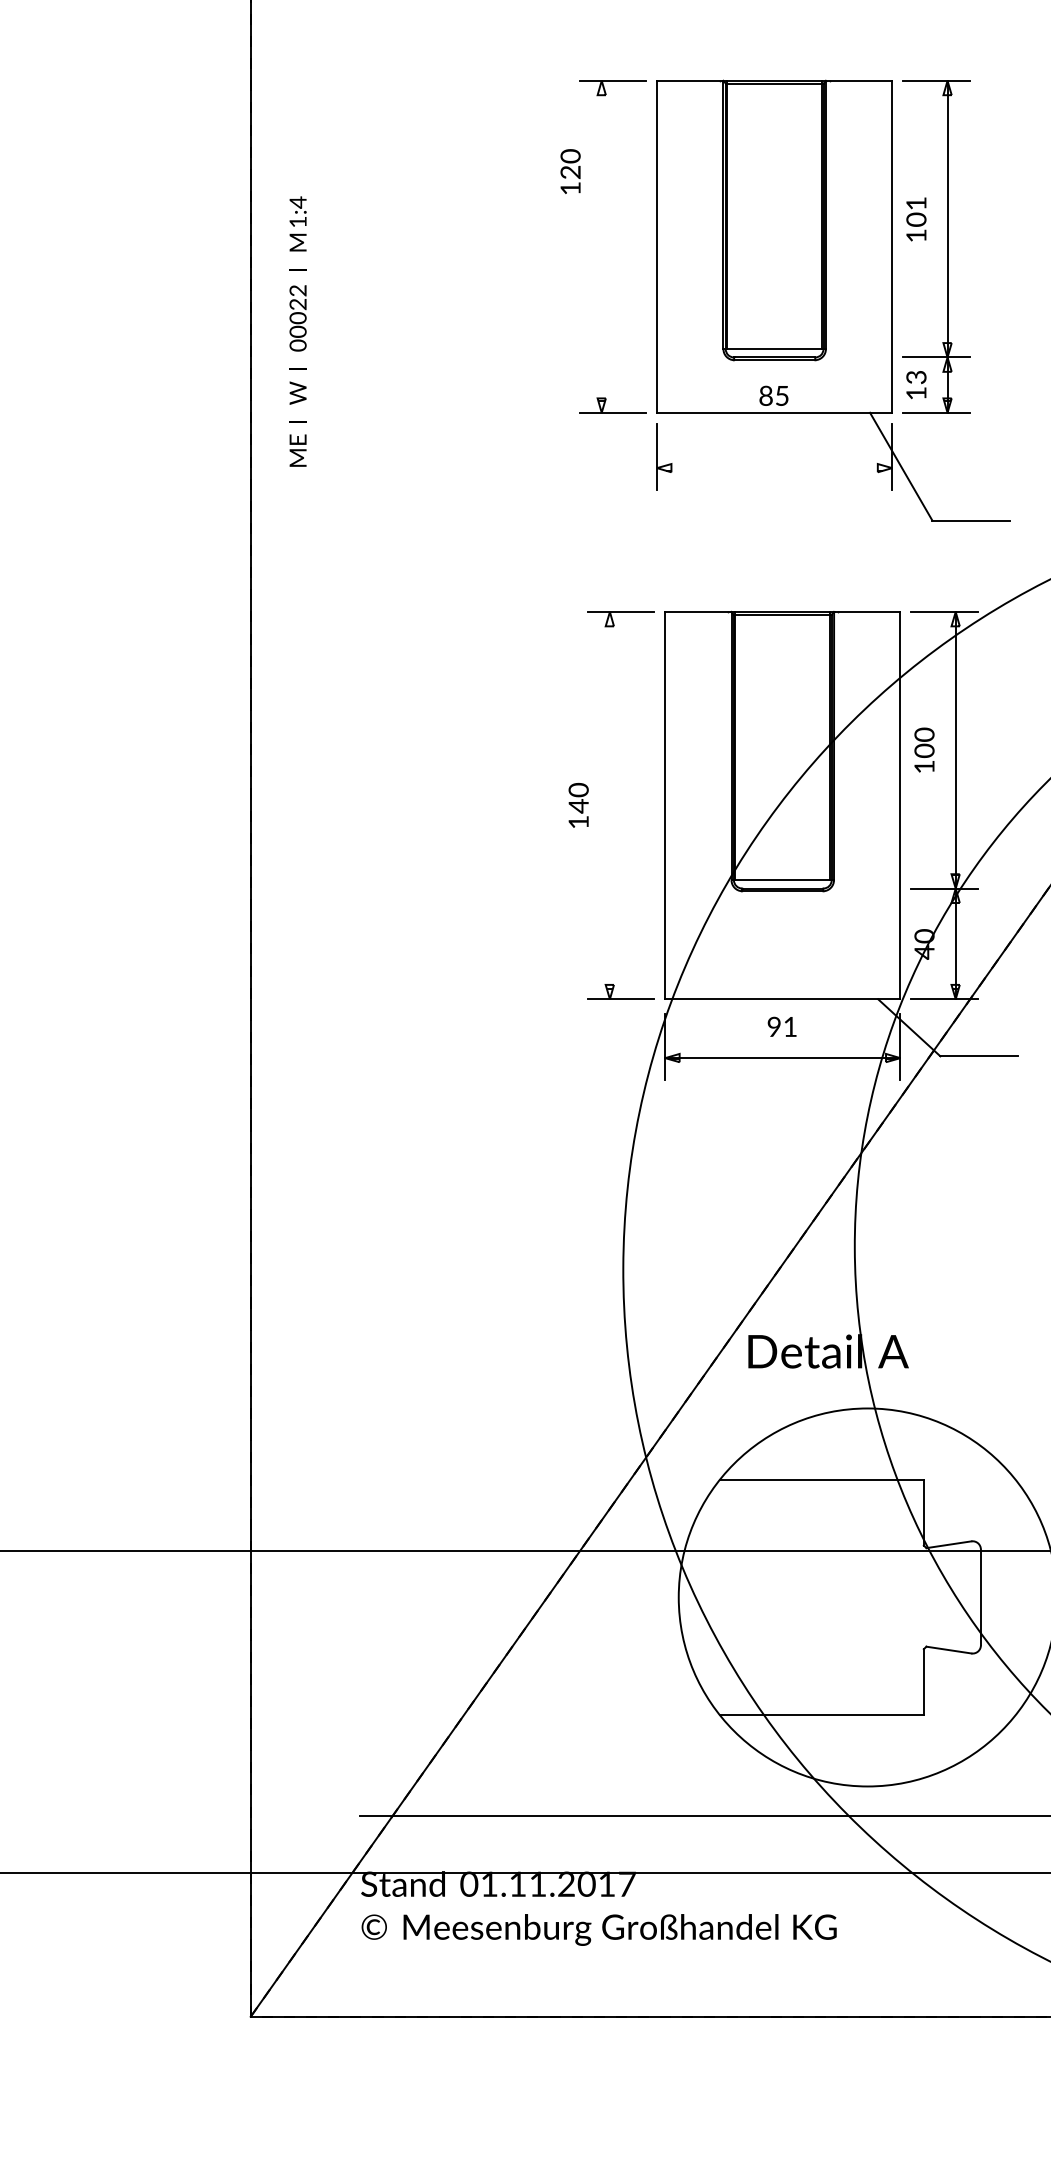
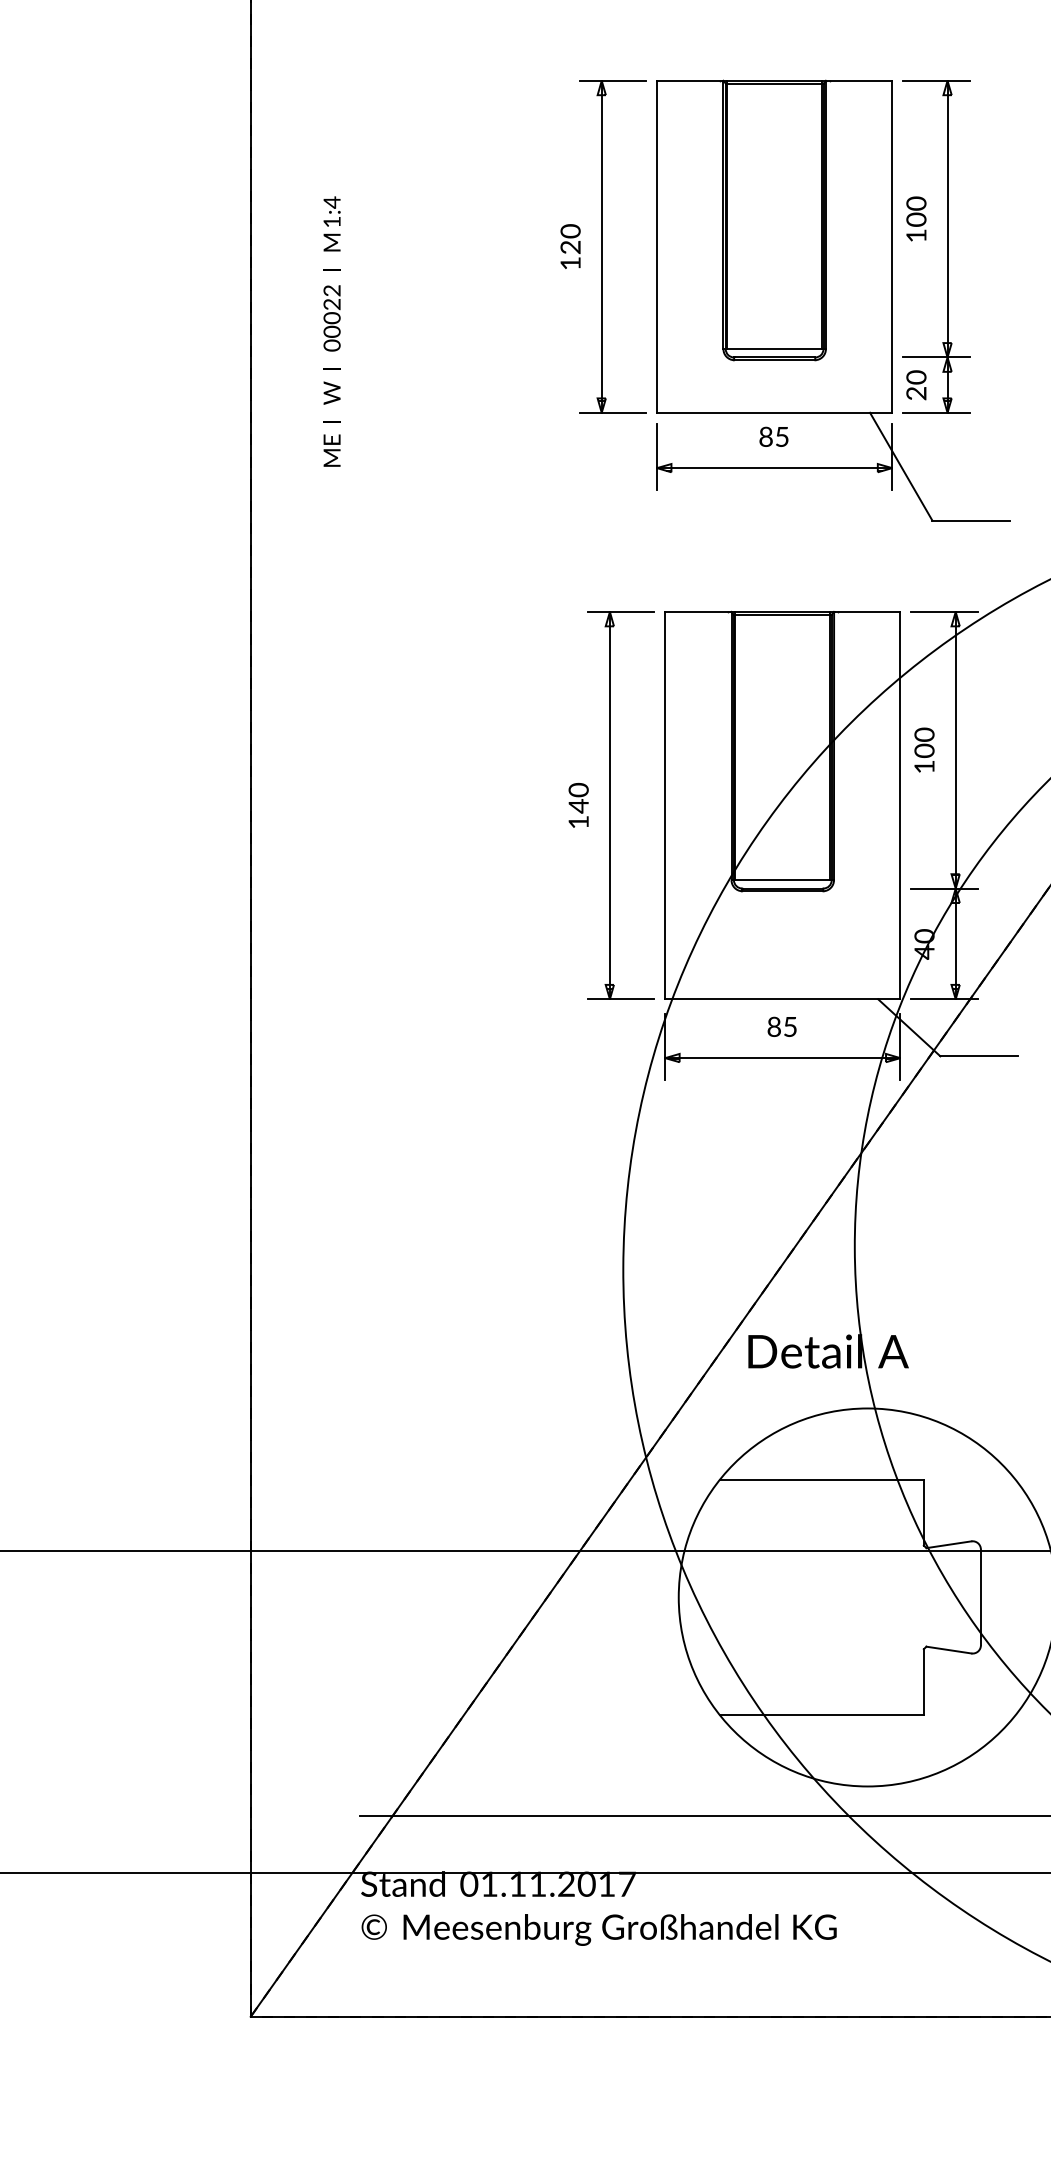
text at (570, 171) position: (570, 171) -> (570, 246)
text at (916, 203): 101 -> 100
line at (601, 246): none -> present
text at (297, 331) position: (297, 331) -> (331, 331)
text at (916, 385): 13 -> 20
text at (773, 395) position: (773, 395) -> (773, 436)
line at (774, 468): none -> present
line at (609, 805): none -> present
text at (781, 1027): 91 -> 85
